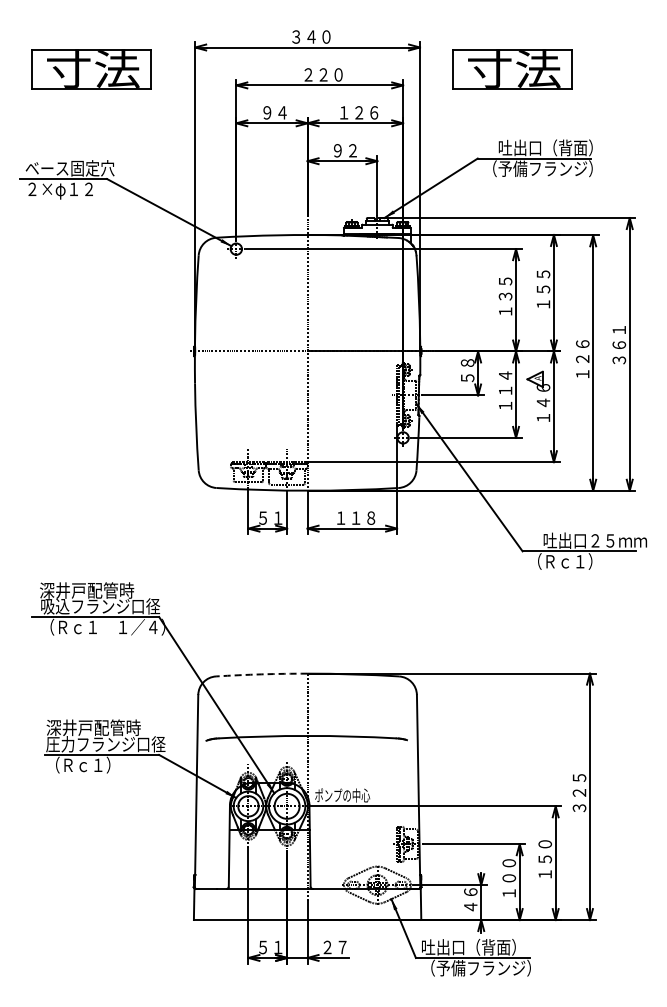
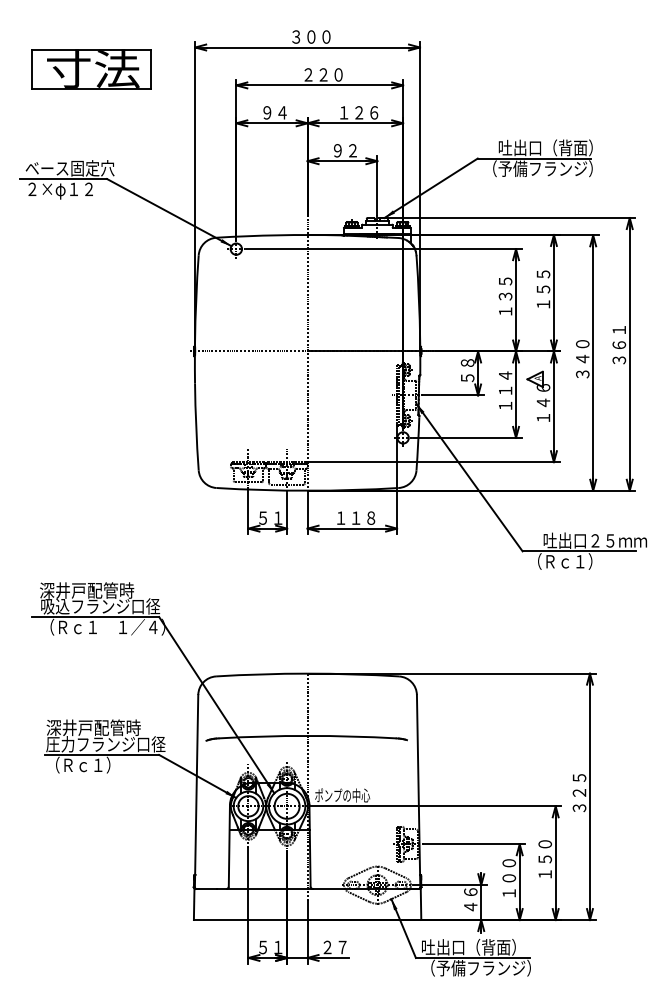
text at (311, 36): ３４０ -> ３００
part at (512, 69): present -> none
text at (582, 359): １２６ -> ３４０
arc at (261, 674): dashed -> solid
